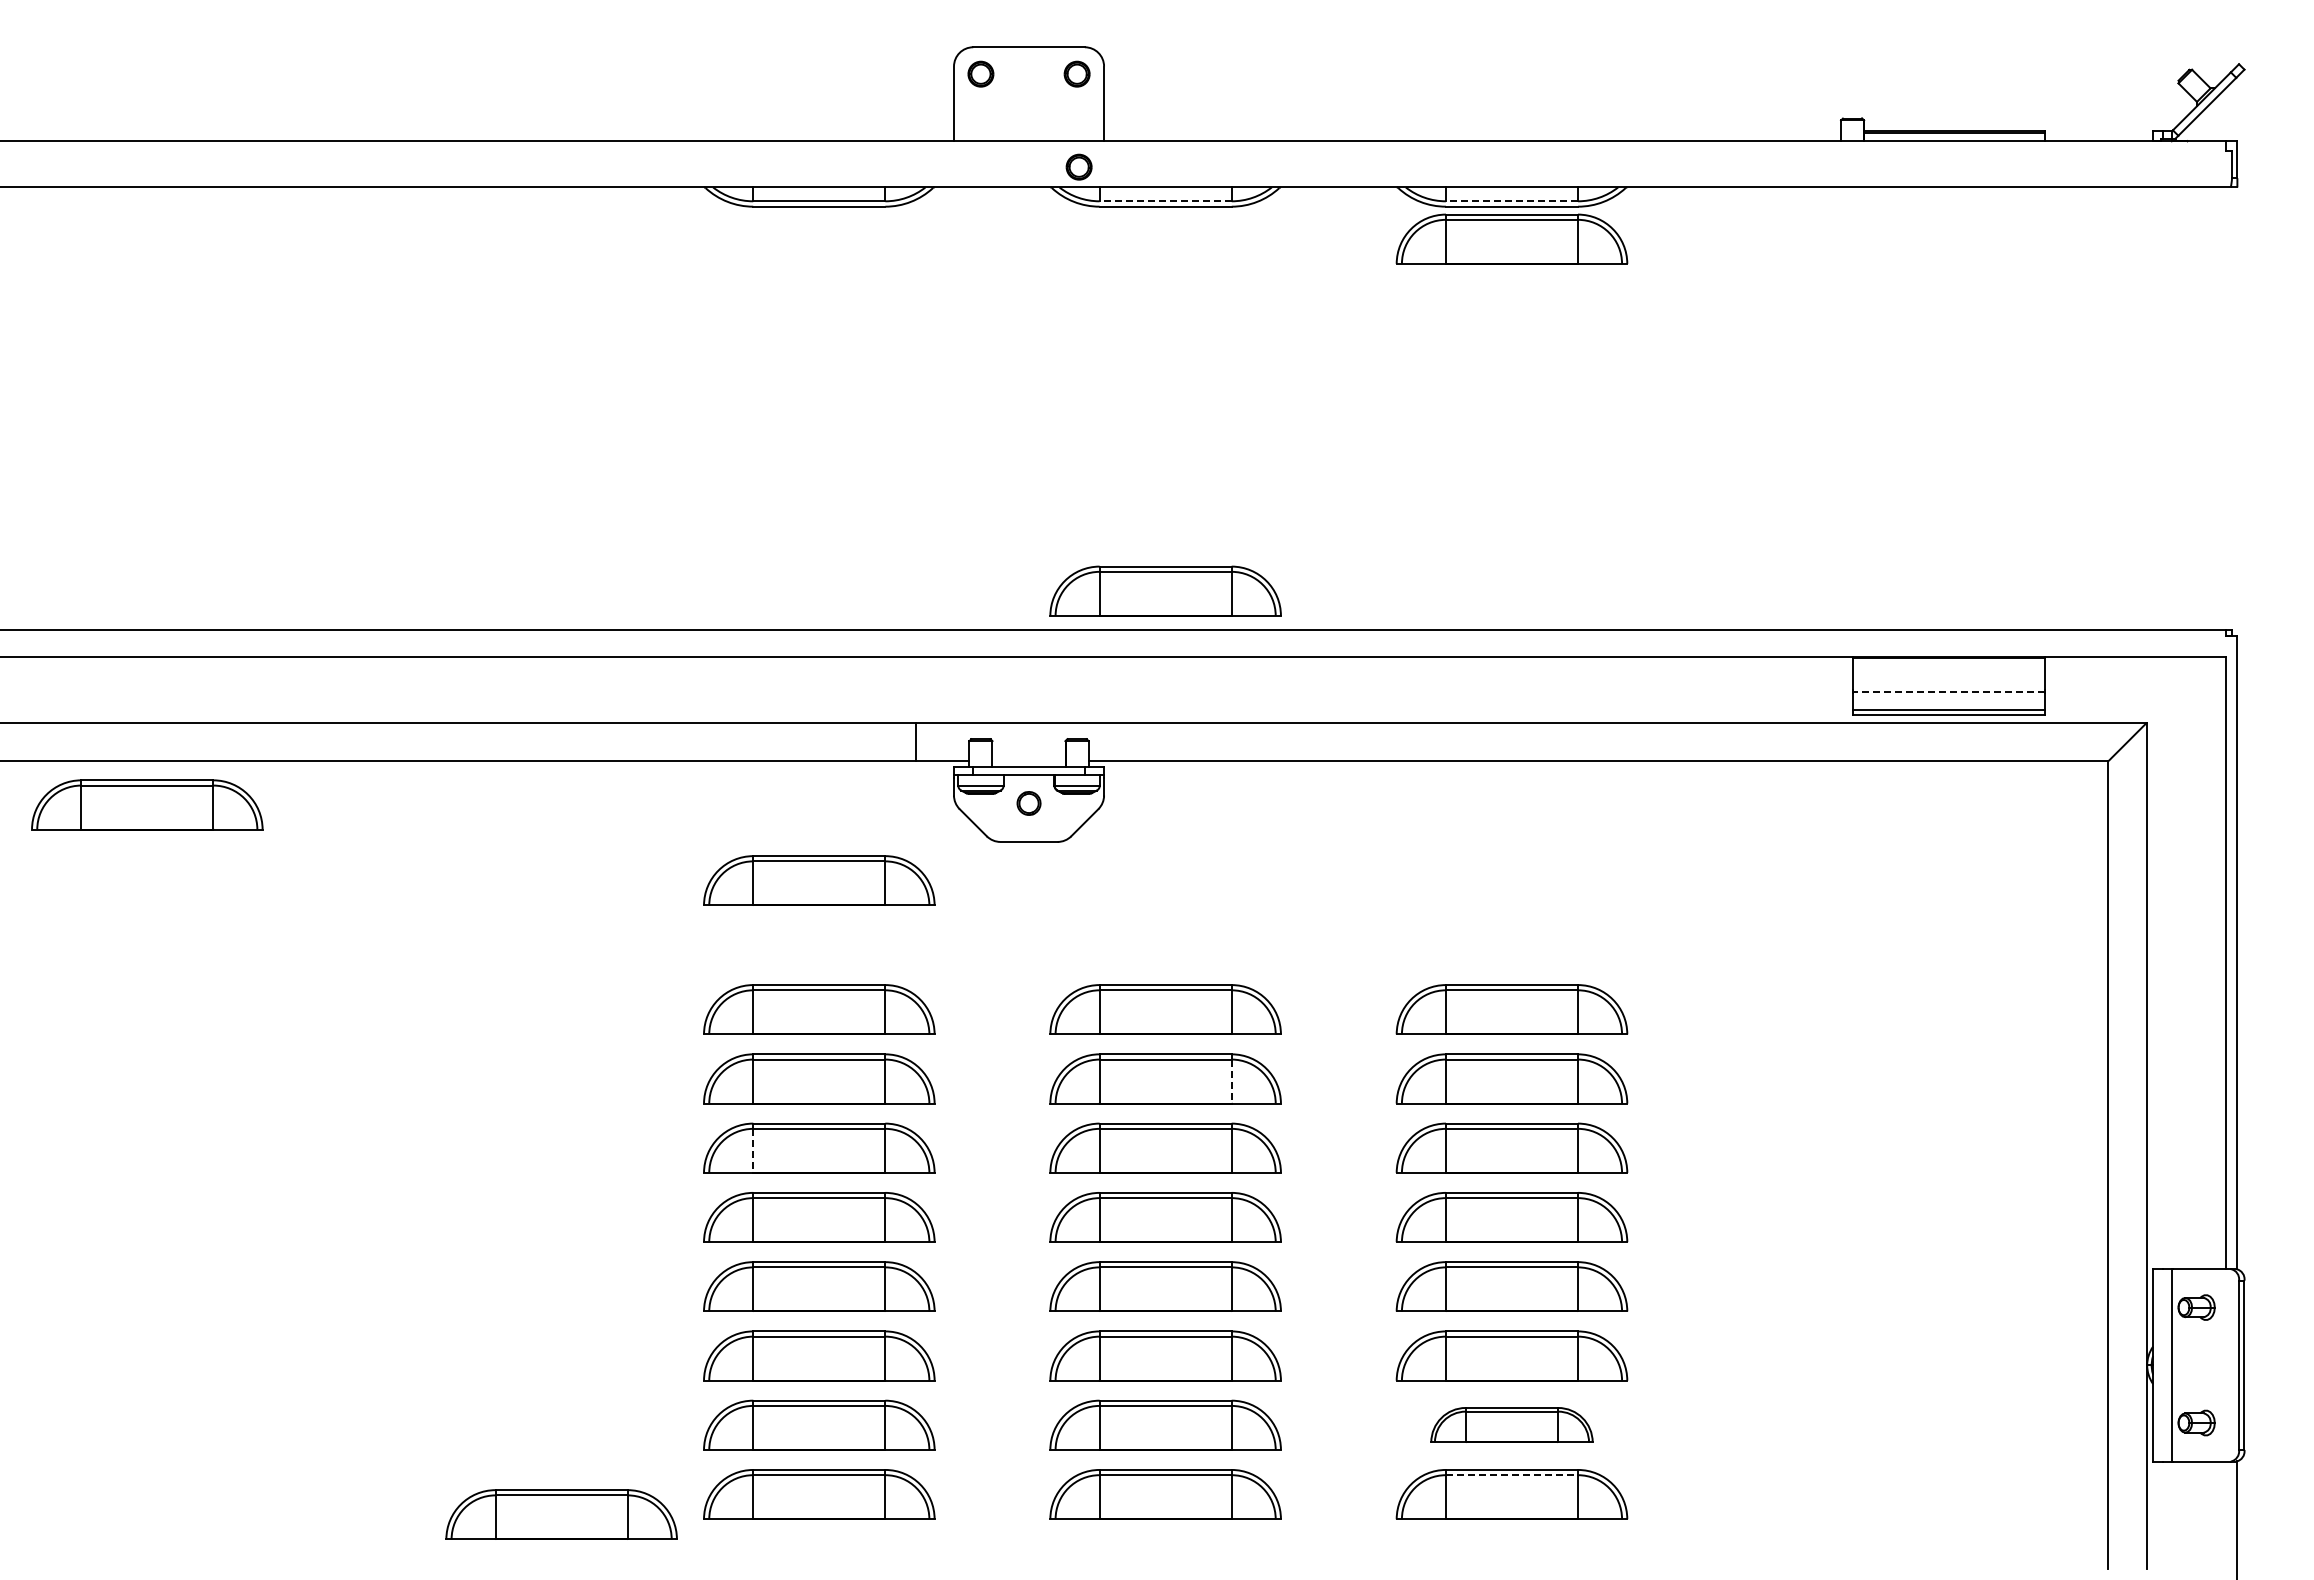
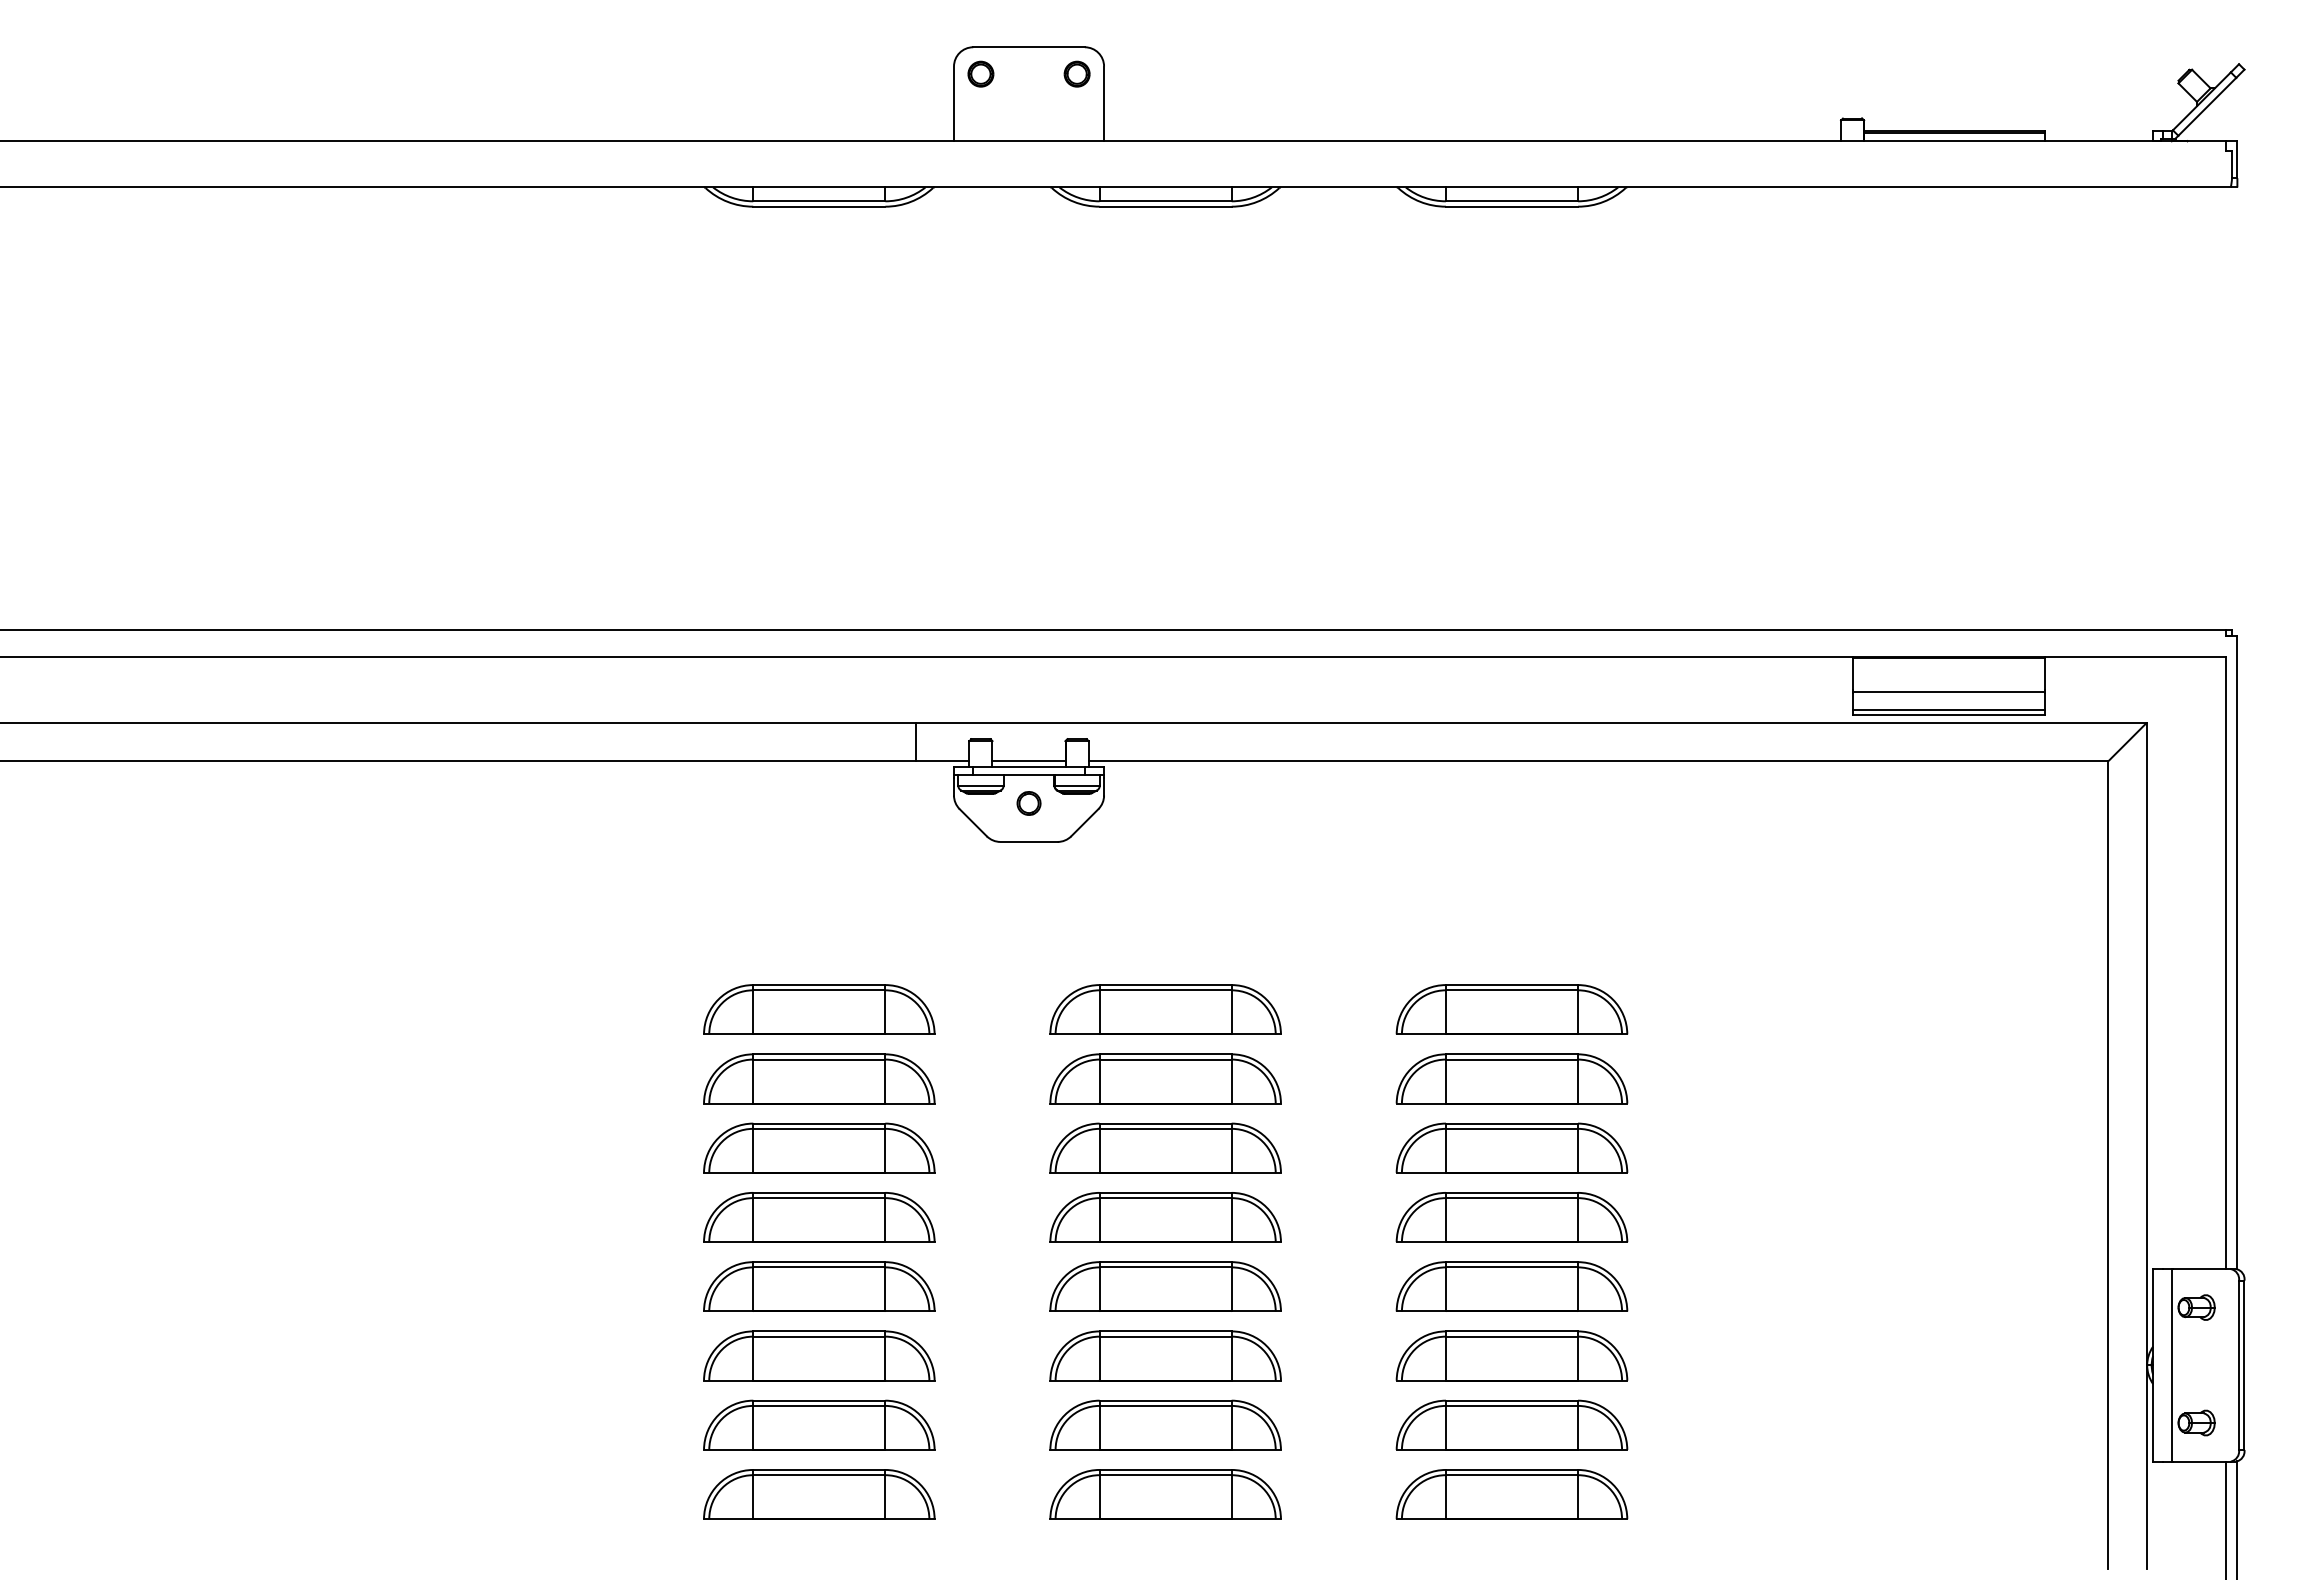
part at (1078, 166): present -> none
line at (1165, 201): dashed -> solid
line at (1511, 201): dashed -> solid
part at (1511, 238): present -> none
part at (1165, 590): present -> none
line at (1948, 692): dashed -> solid
line at (1028, 761): none -> present
part at (147, 804): present -> none
part at (819, 880): present -> none
line at (1231, 1081): dashed -> solid
line at (753, 1150): dashed -> solid
part at (1511, 1424) size: 164x36 px -> 234x52 px
line at (1512, 1475): dashed -> solid
part at (561, 1514): present -> none
line at (2226, 1518): none -> present
